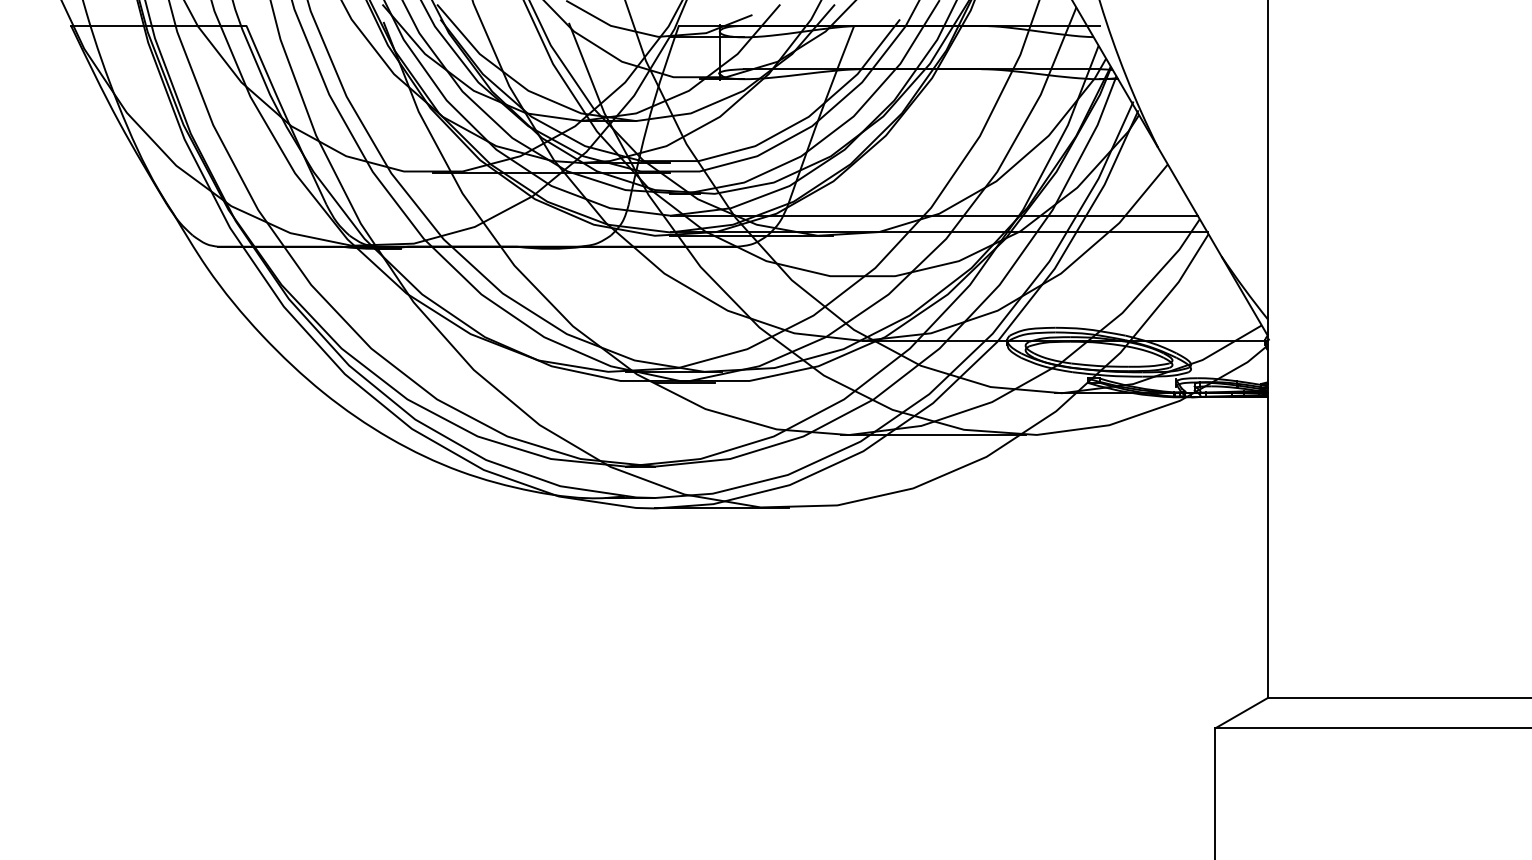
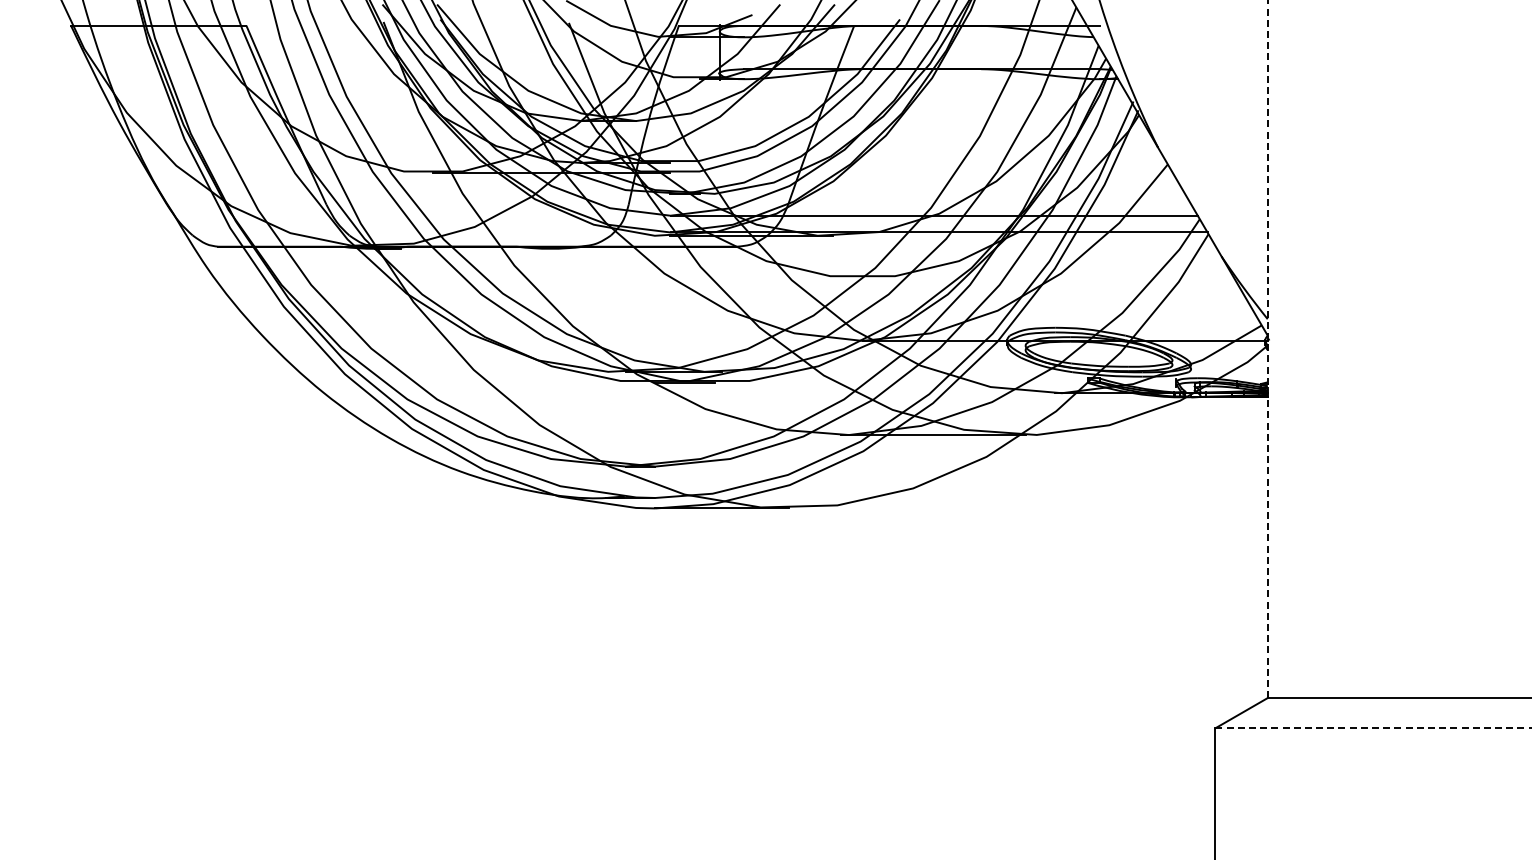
line at (1267, 349): solid -> dashed
line at (1373, 728): solid -> dashed
